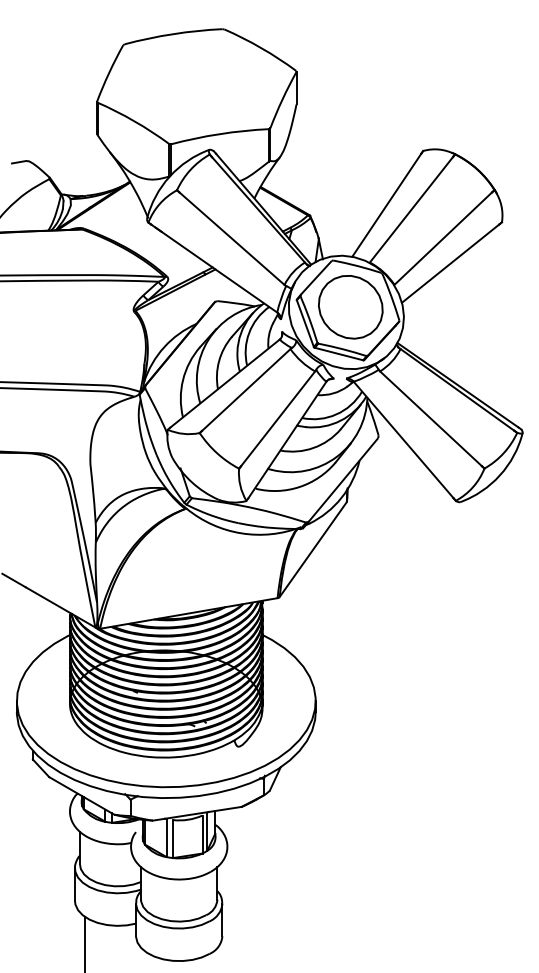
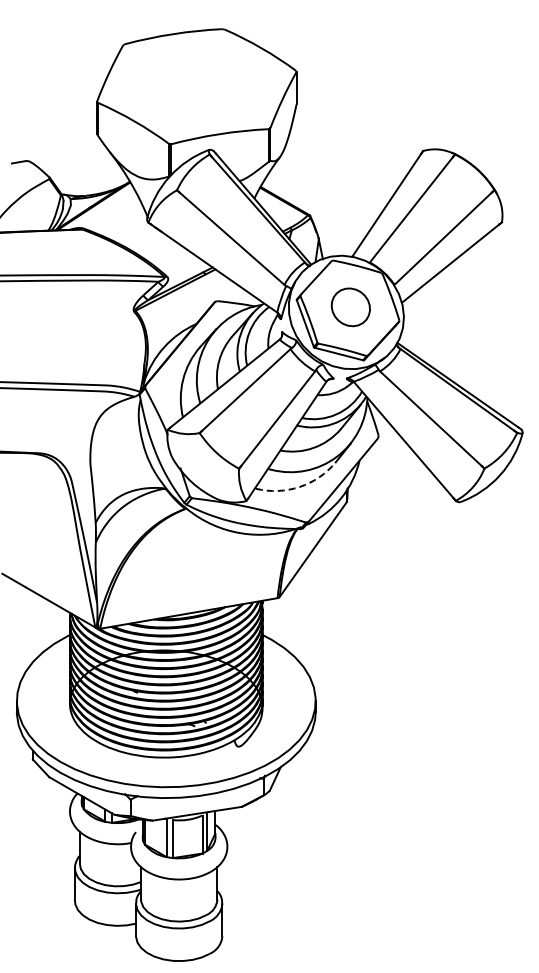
part at (350, 307) size: 66x65 px -> 41x41 px
arc at (299, 487): solid -> dashed
line at (84, 942): present -> none
